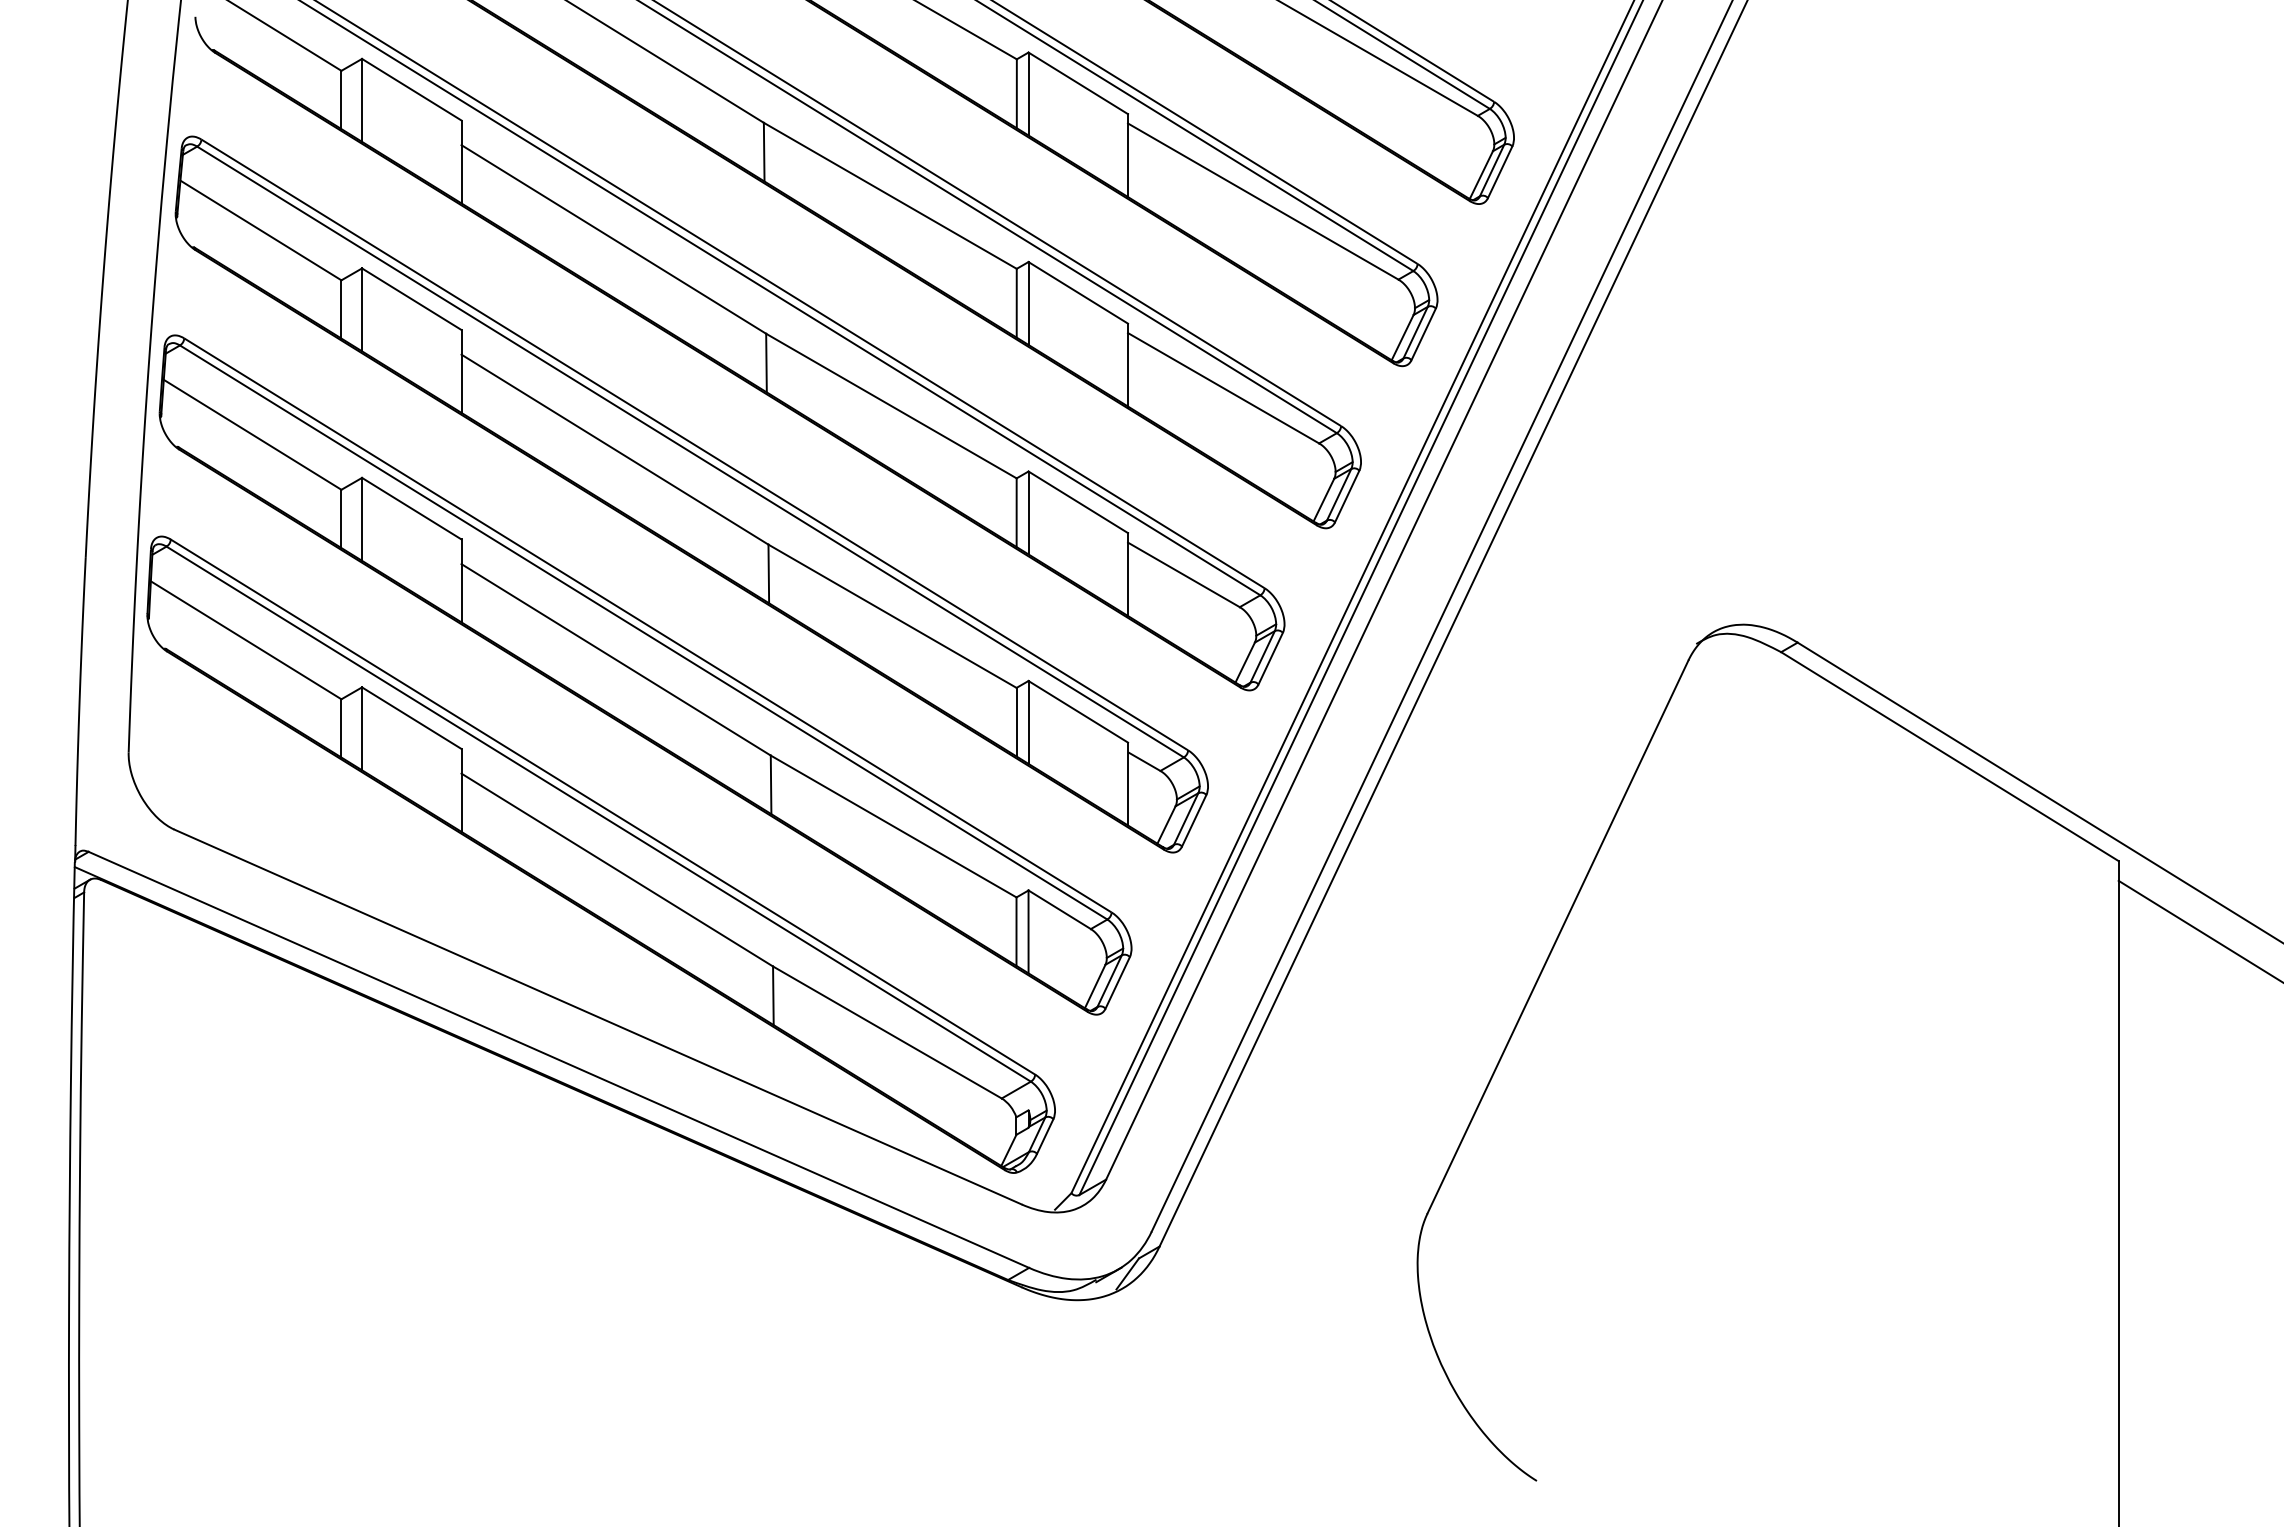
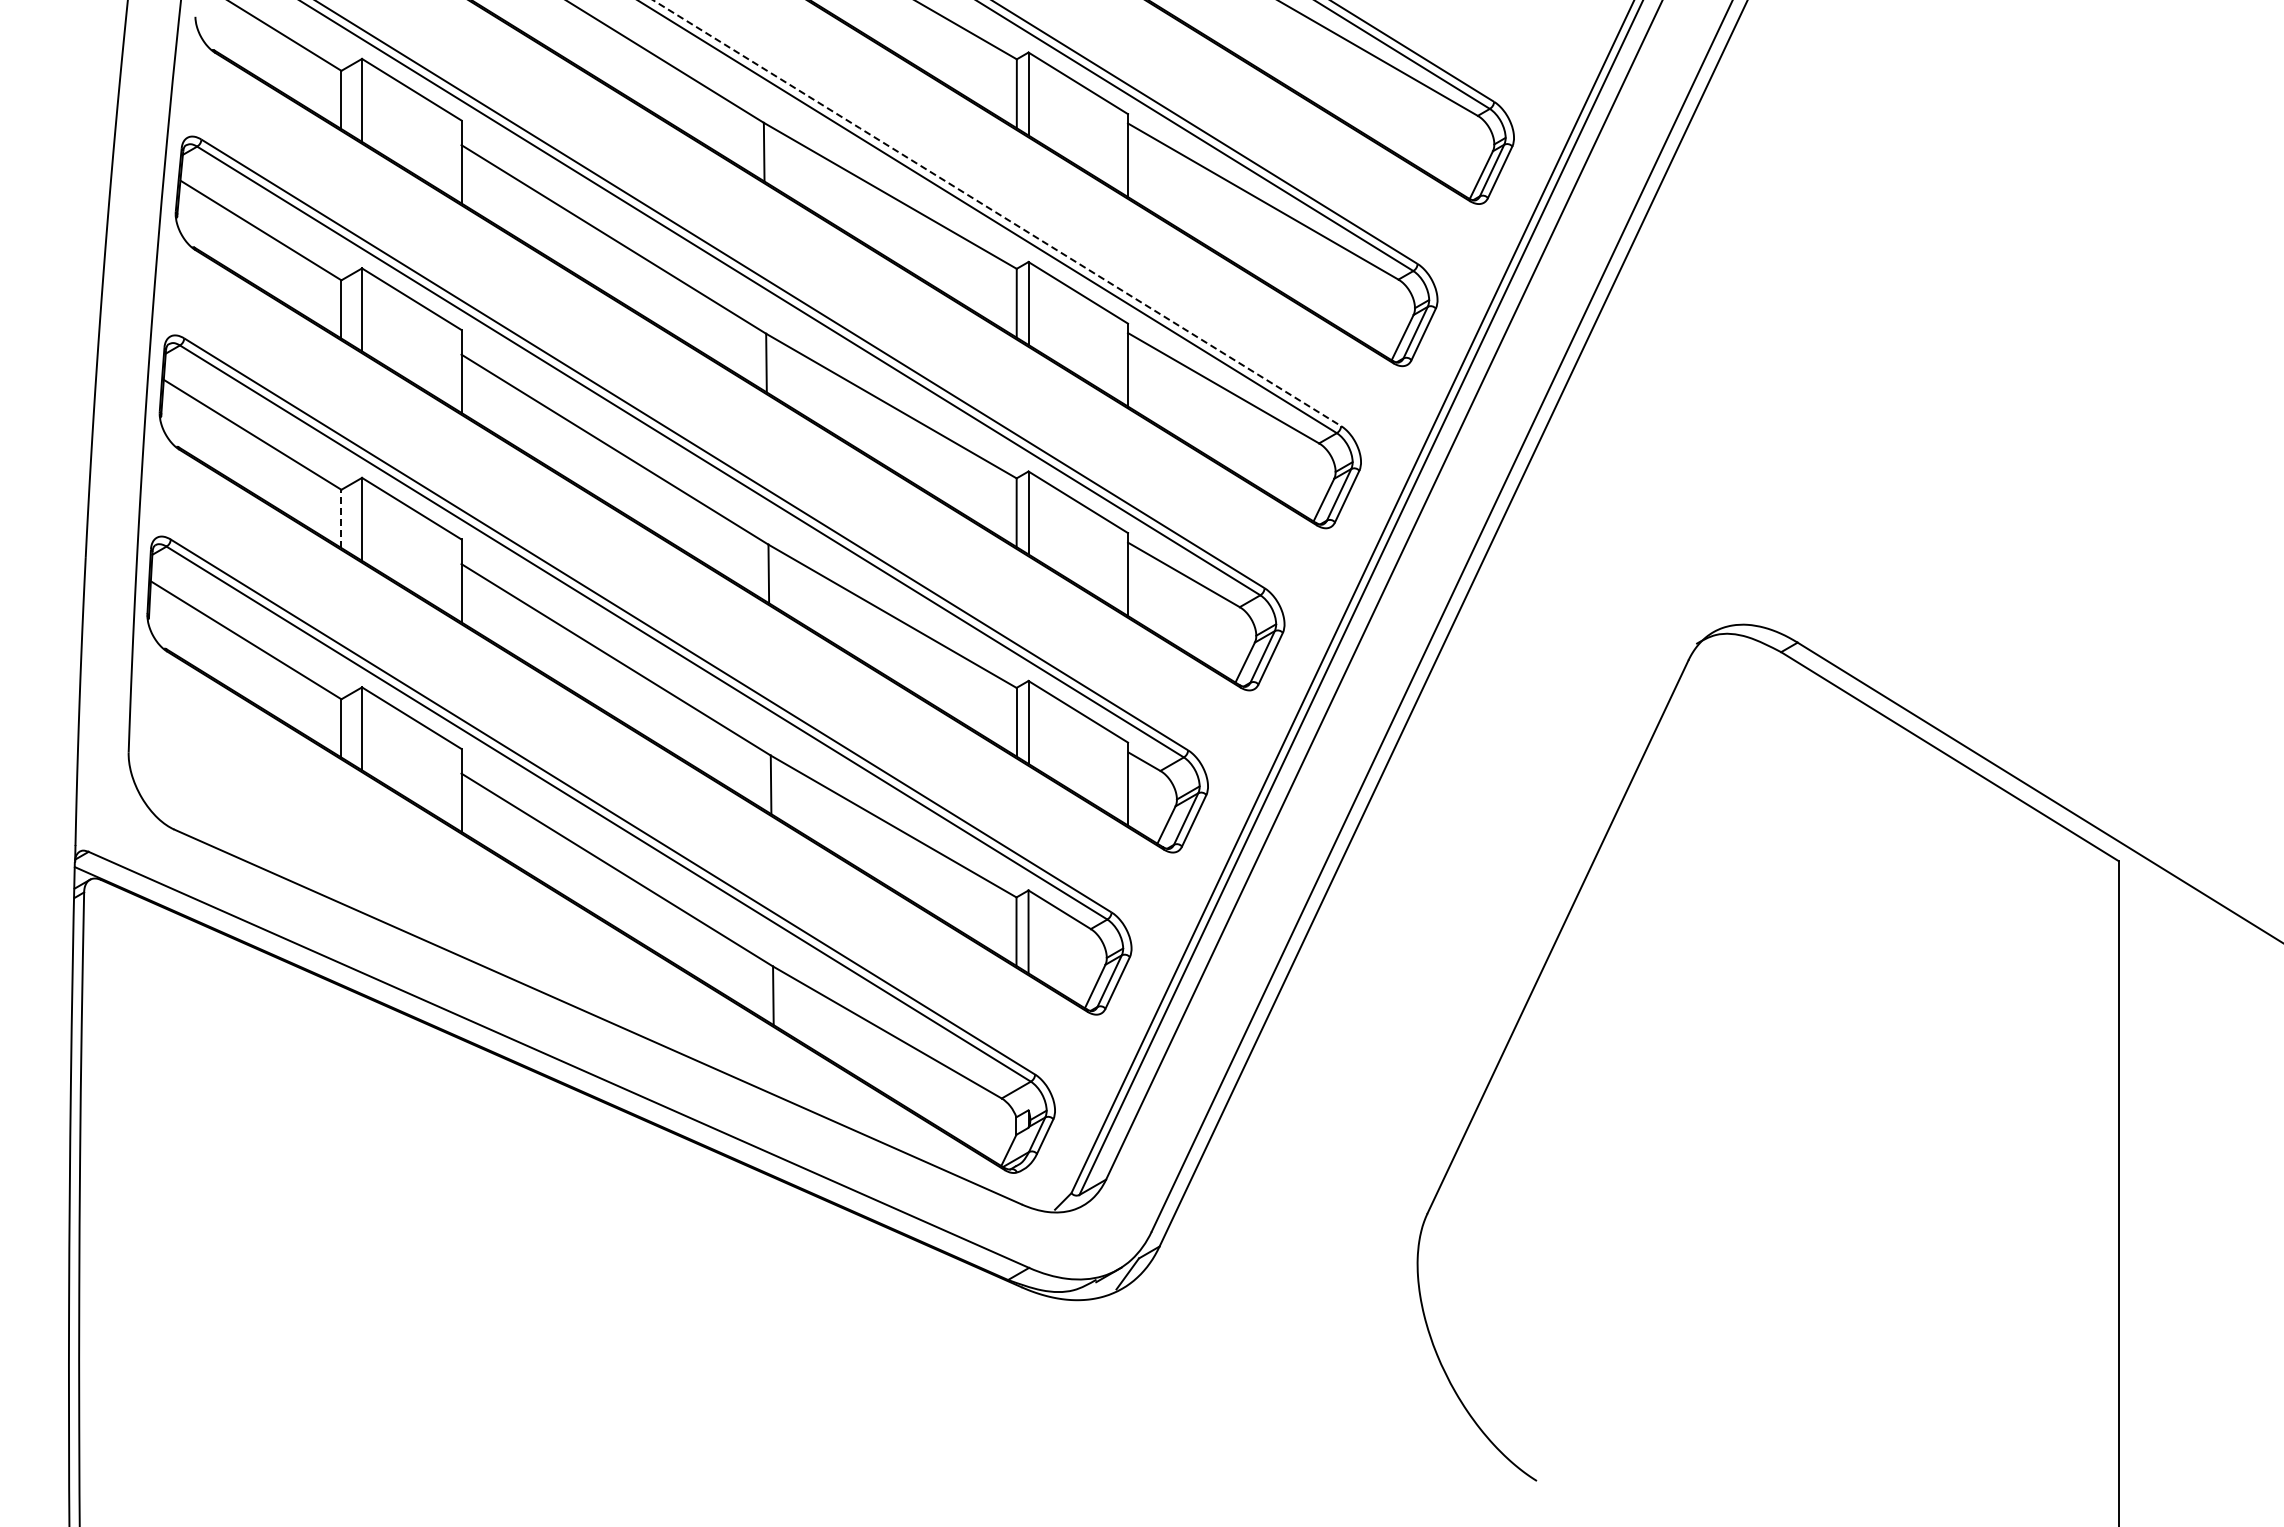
line at (997, 213): solid -> dashed
line at (341, 518): solid -> dashed
line at (2199, 930): present -> none
